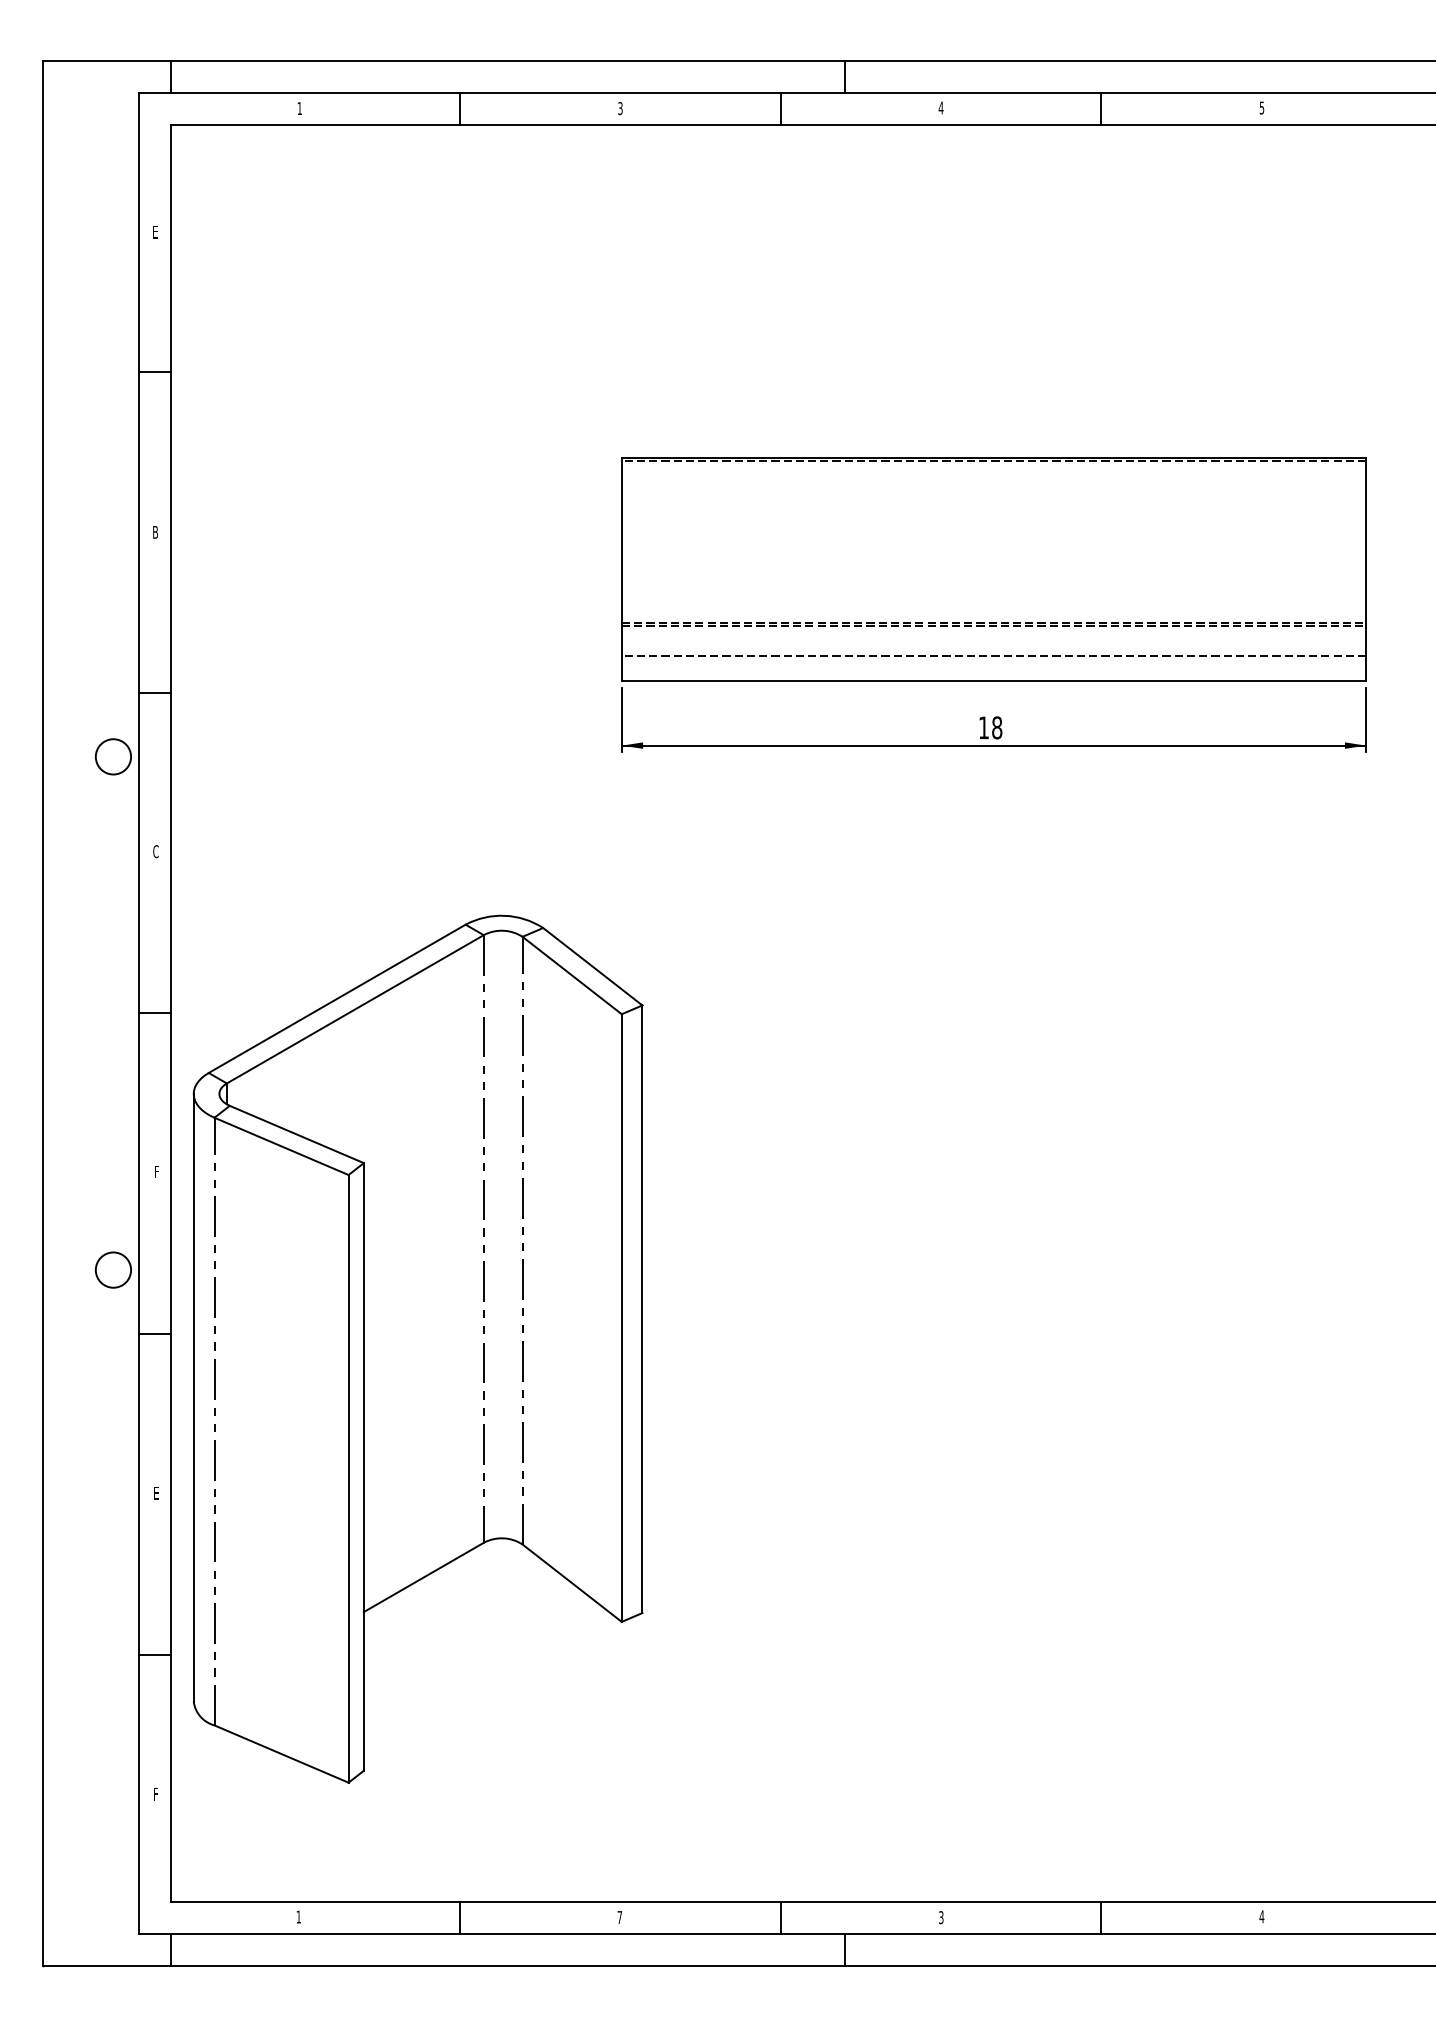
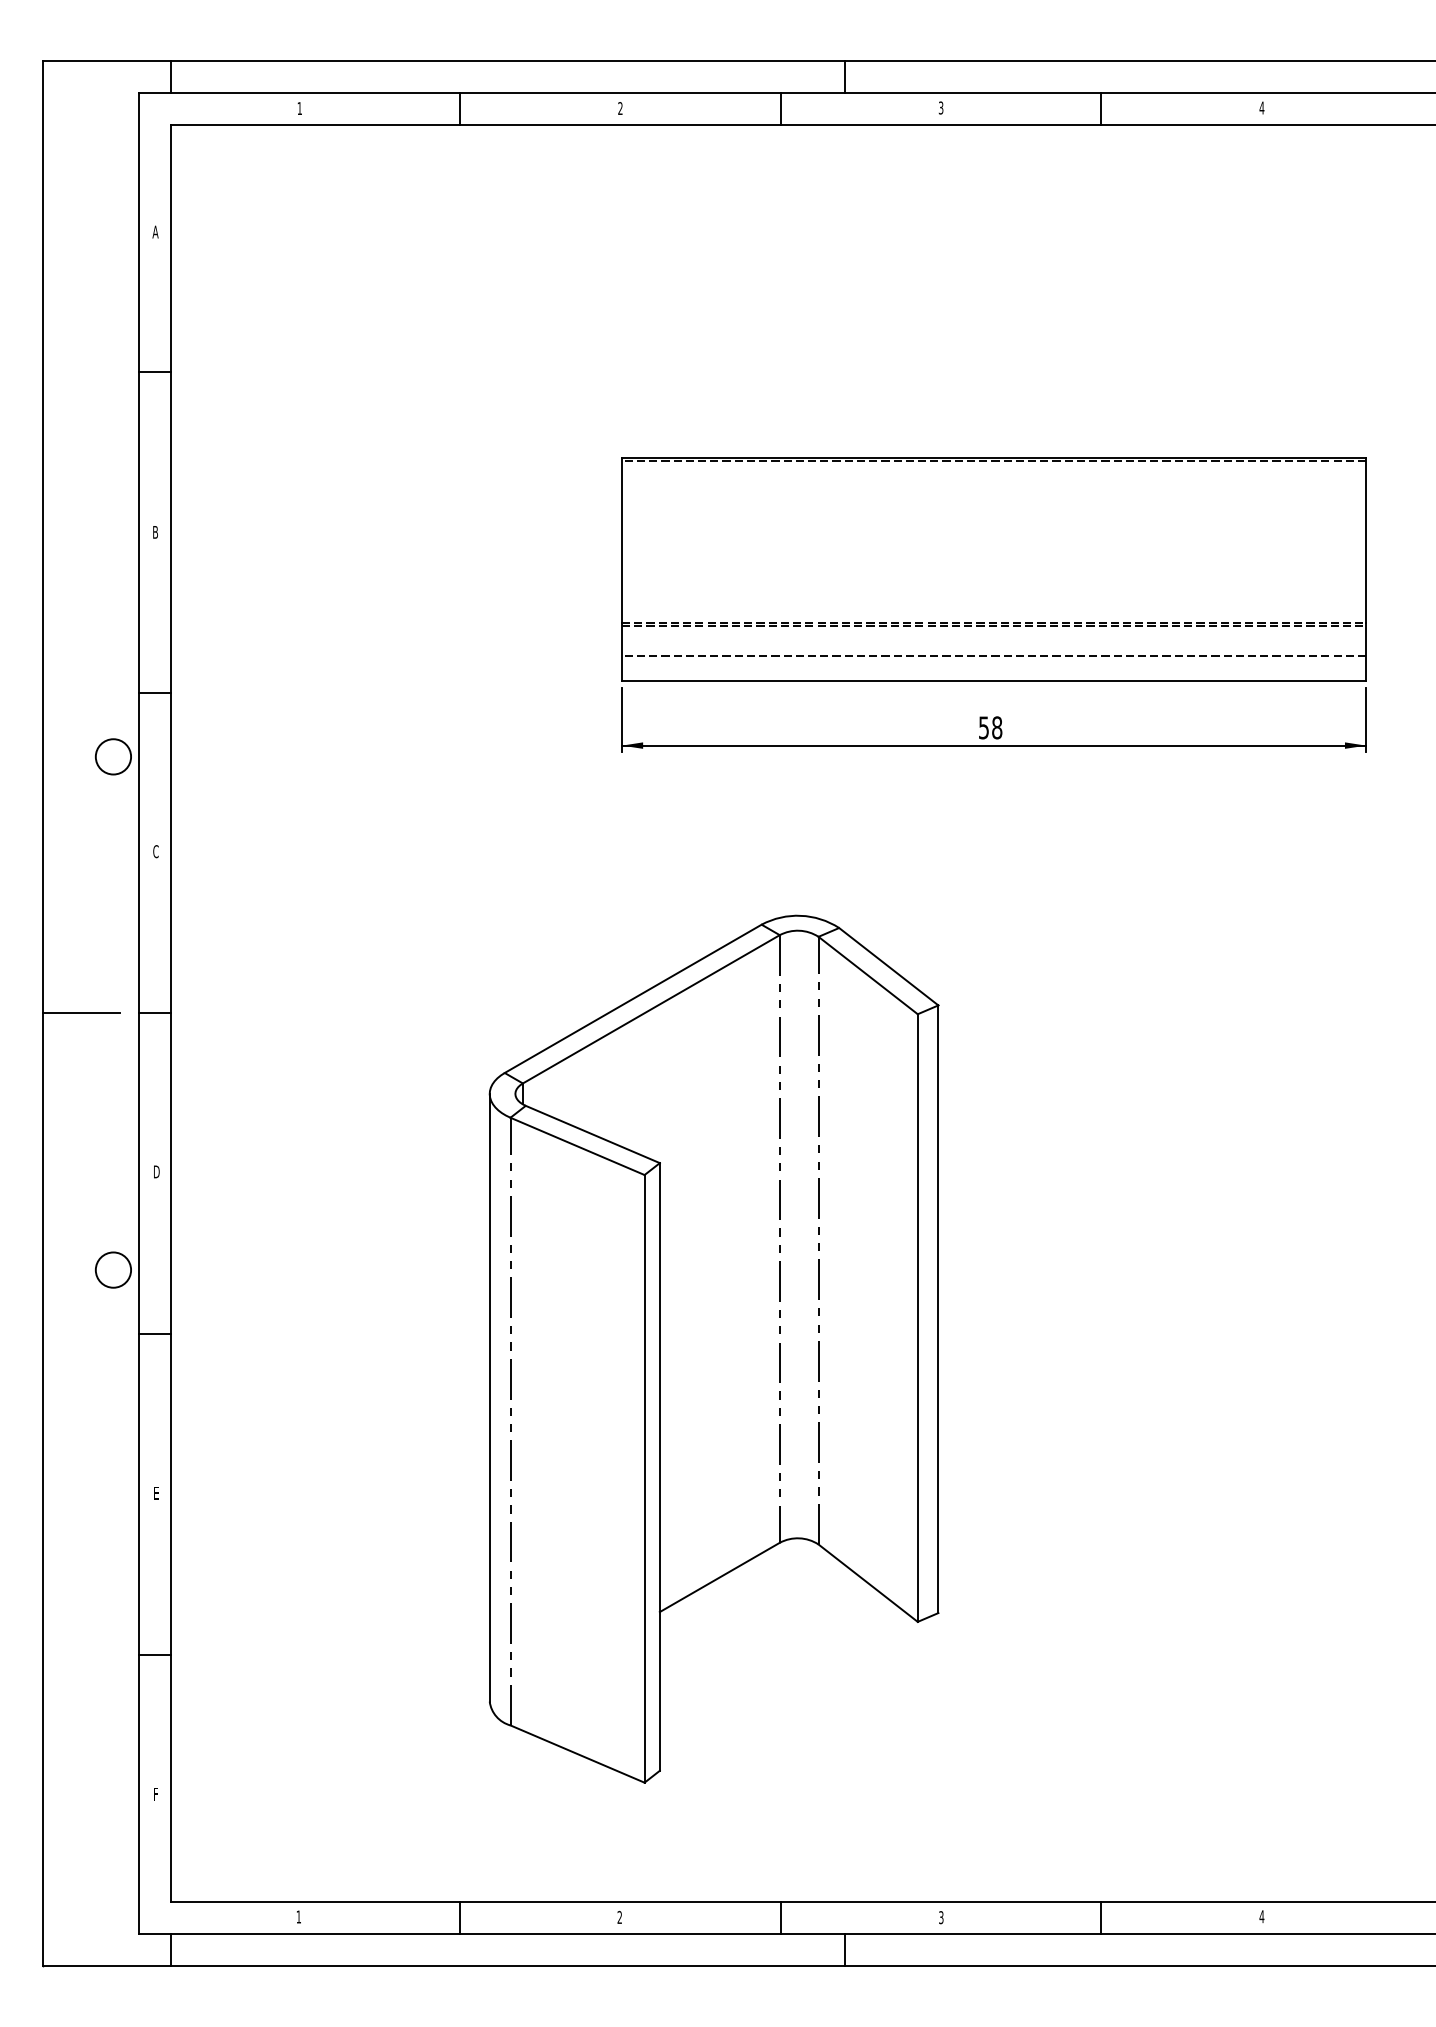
text at (940, 107): 4 -> 3
text at (1261, 107): 5 -> 4
text at (620, 108): 3 -> 2
text at (155, 231): E -> A
text at (983, 727): 18 -> 58
line at (80, 1013): none -> present
text at (156, 1171): F -> D
part at (417, 1348) position: (417, 1348) -> (713, 1348)
text at (619, 1916): 7 -> 2
